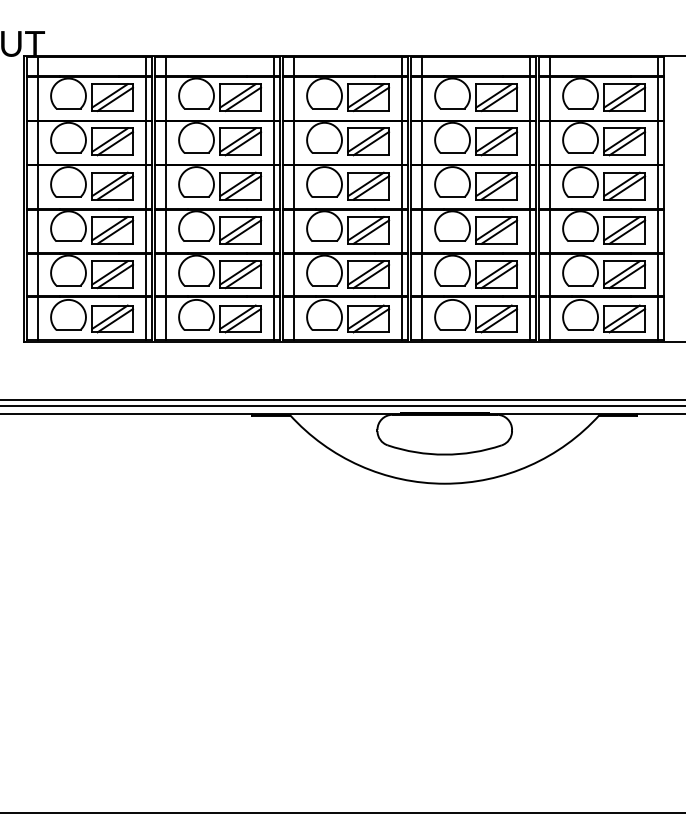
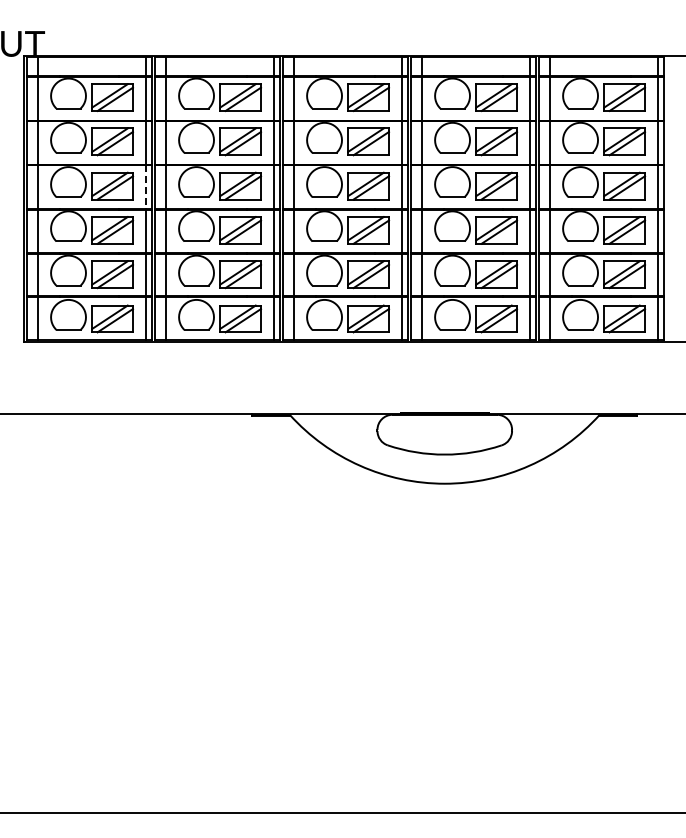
line at (146, 187): solid -> dashed
line at (342, 399): present -> none
line at (342, 405): present -> none
